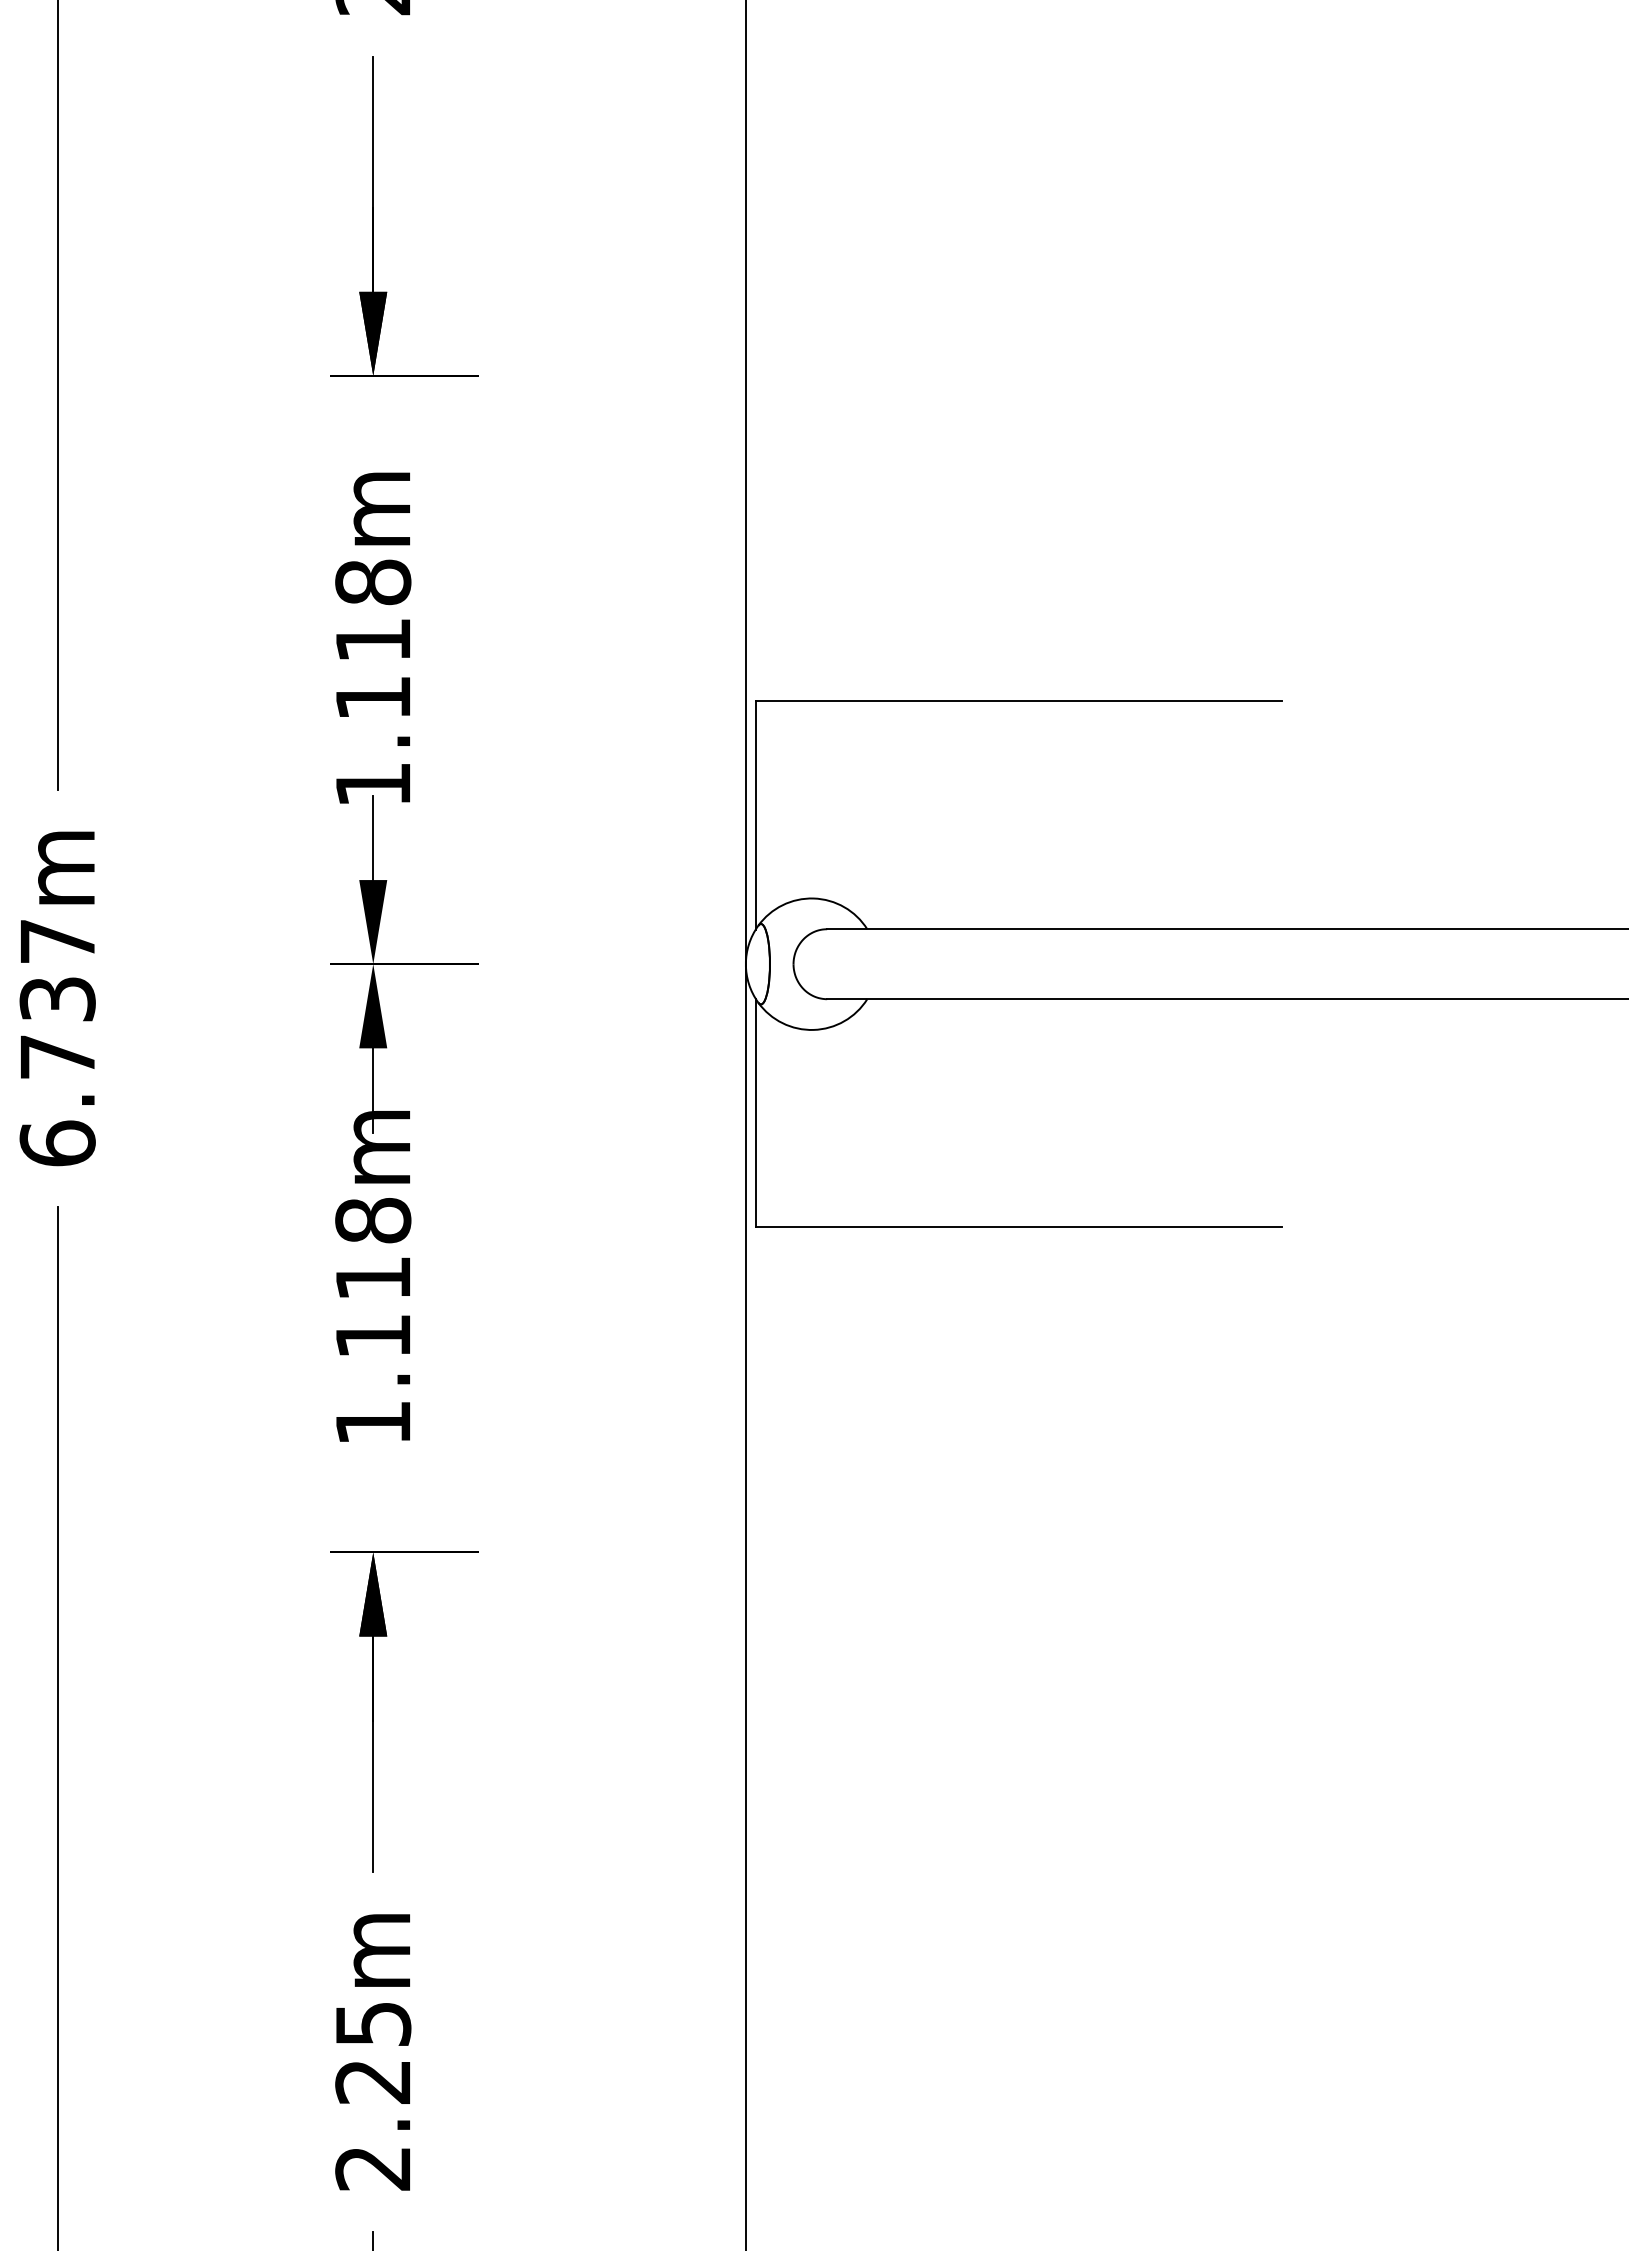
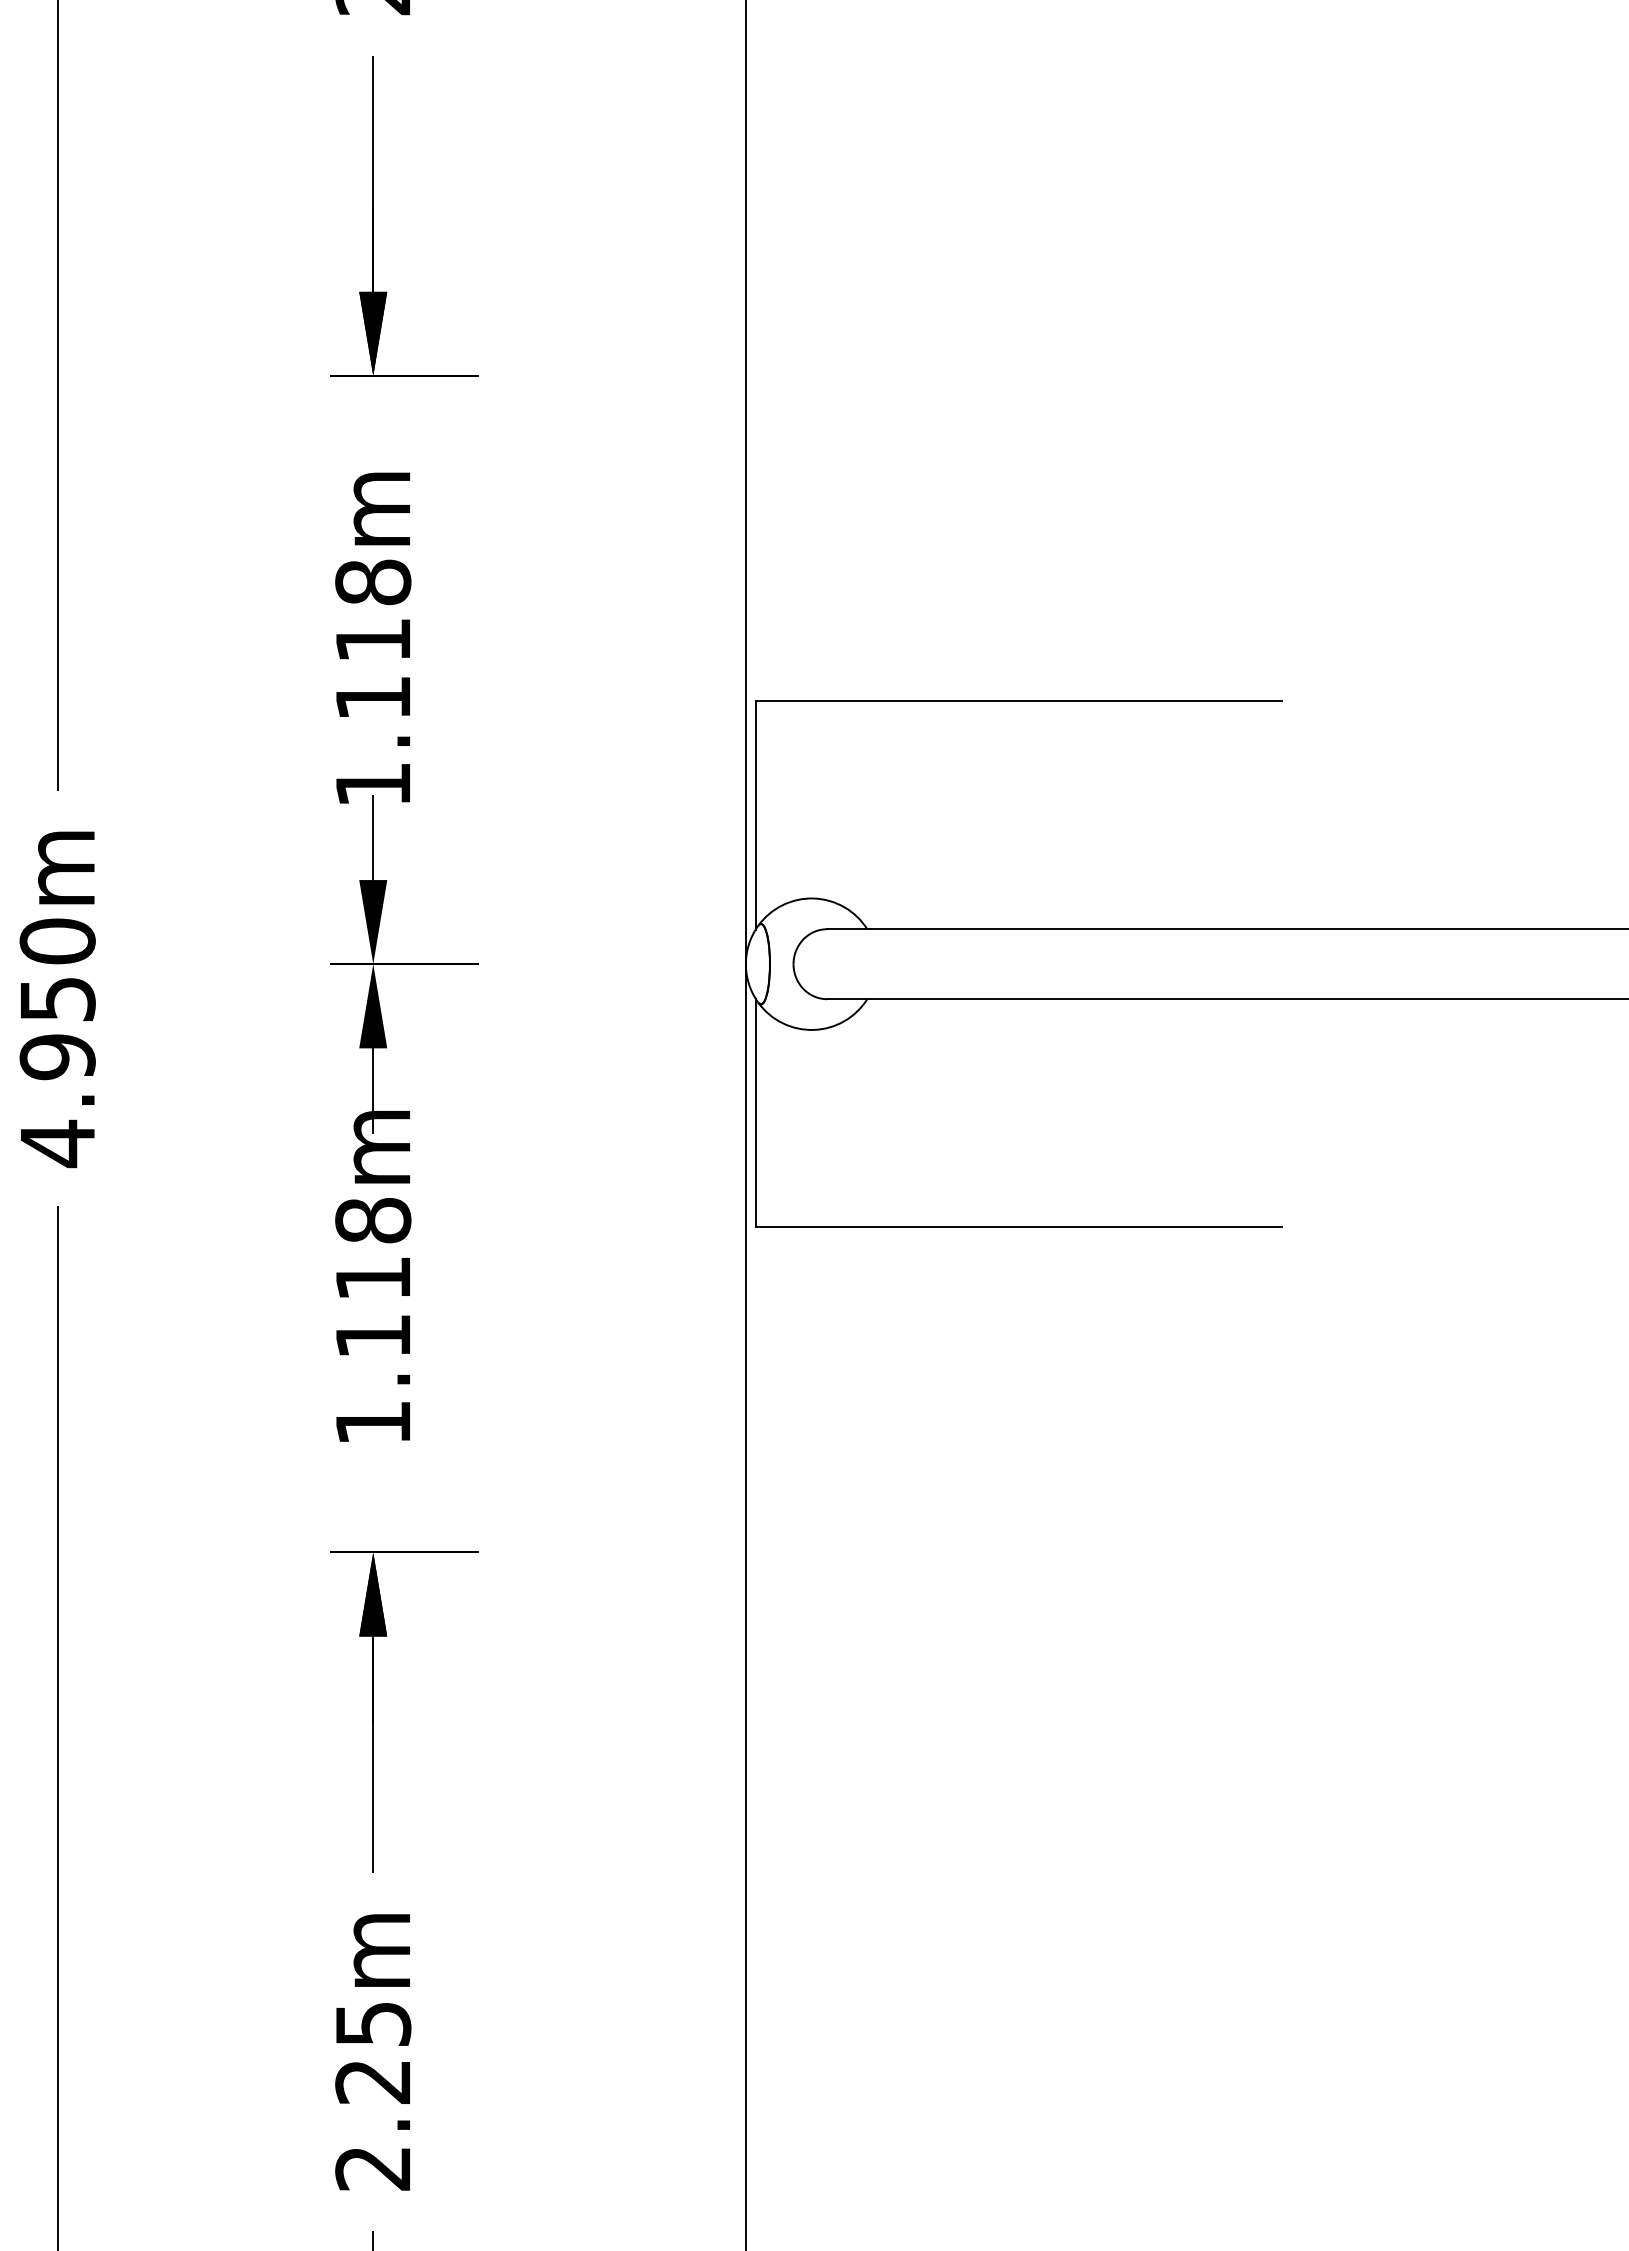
text at (57, 1043): 6.737m -> 4.950m
